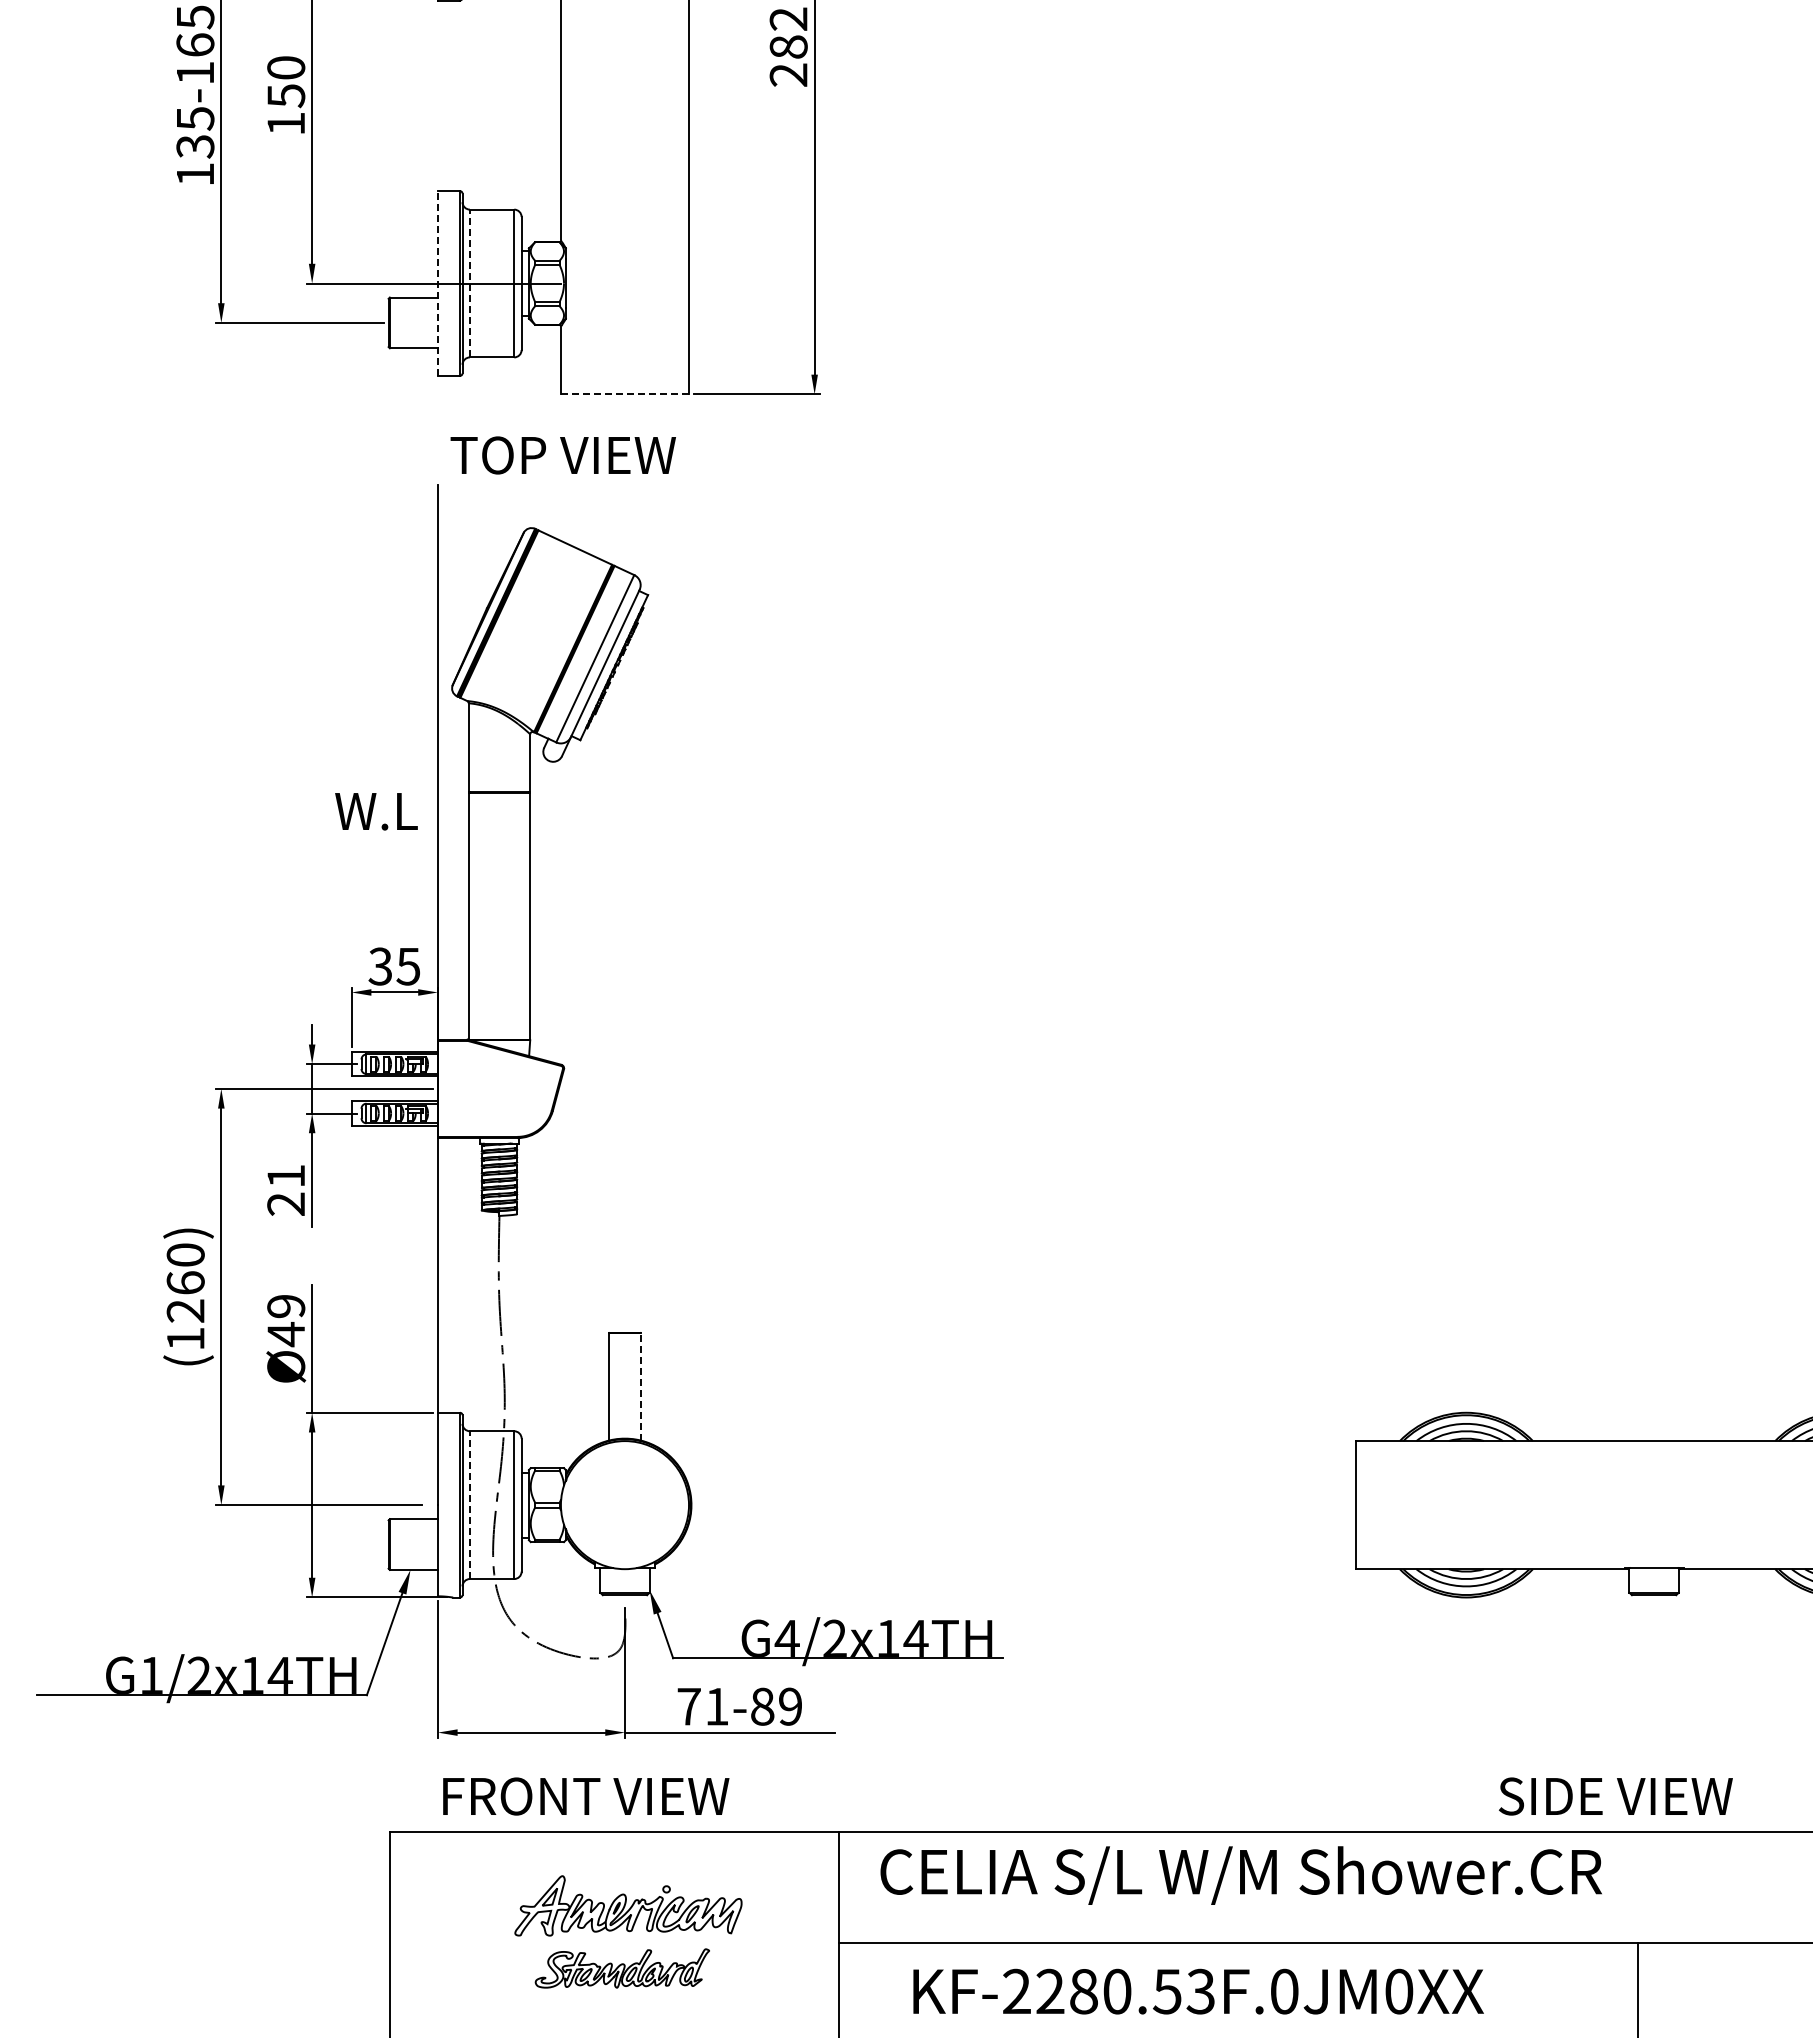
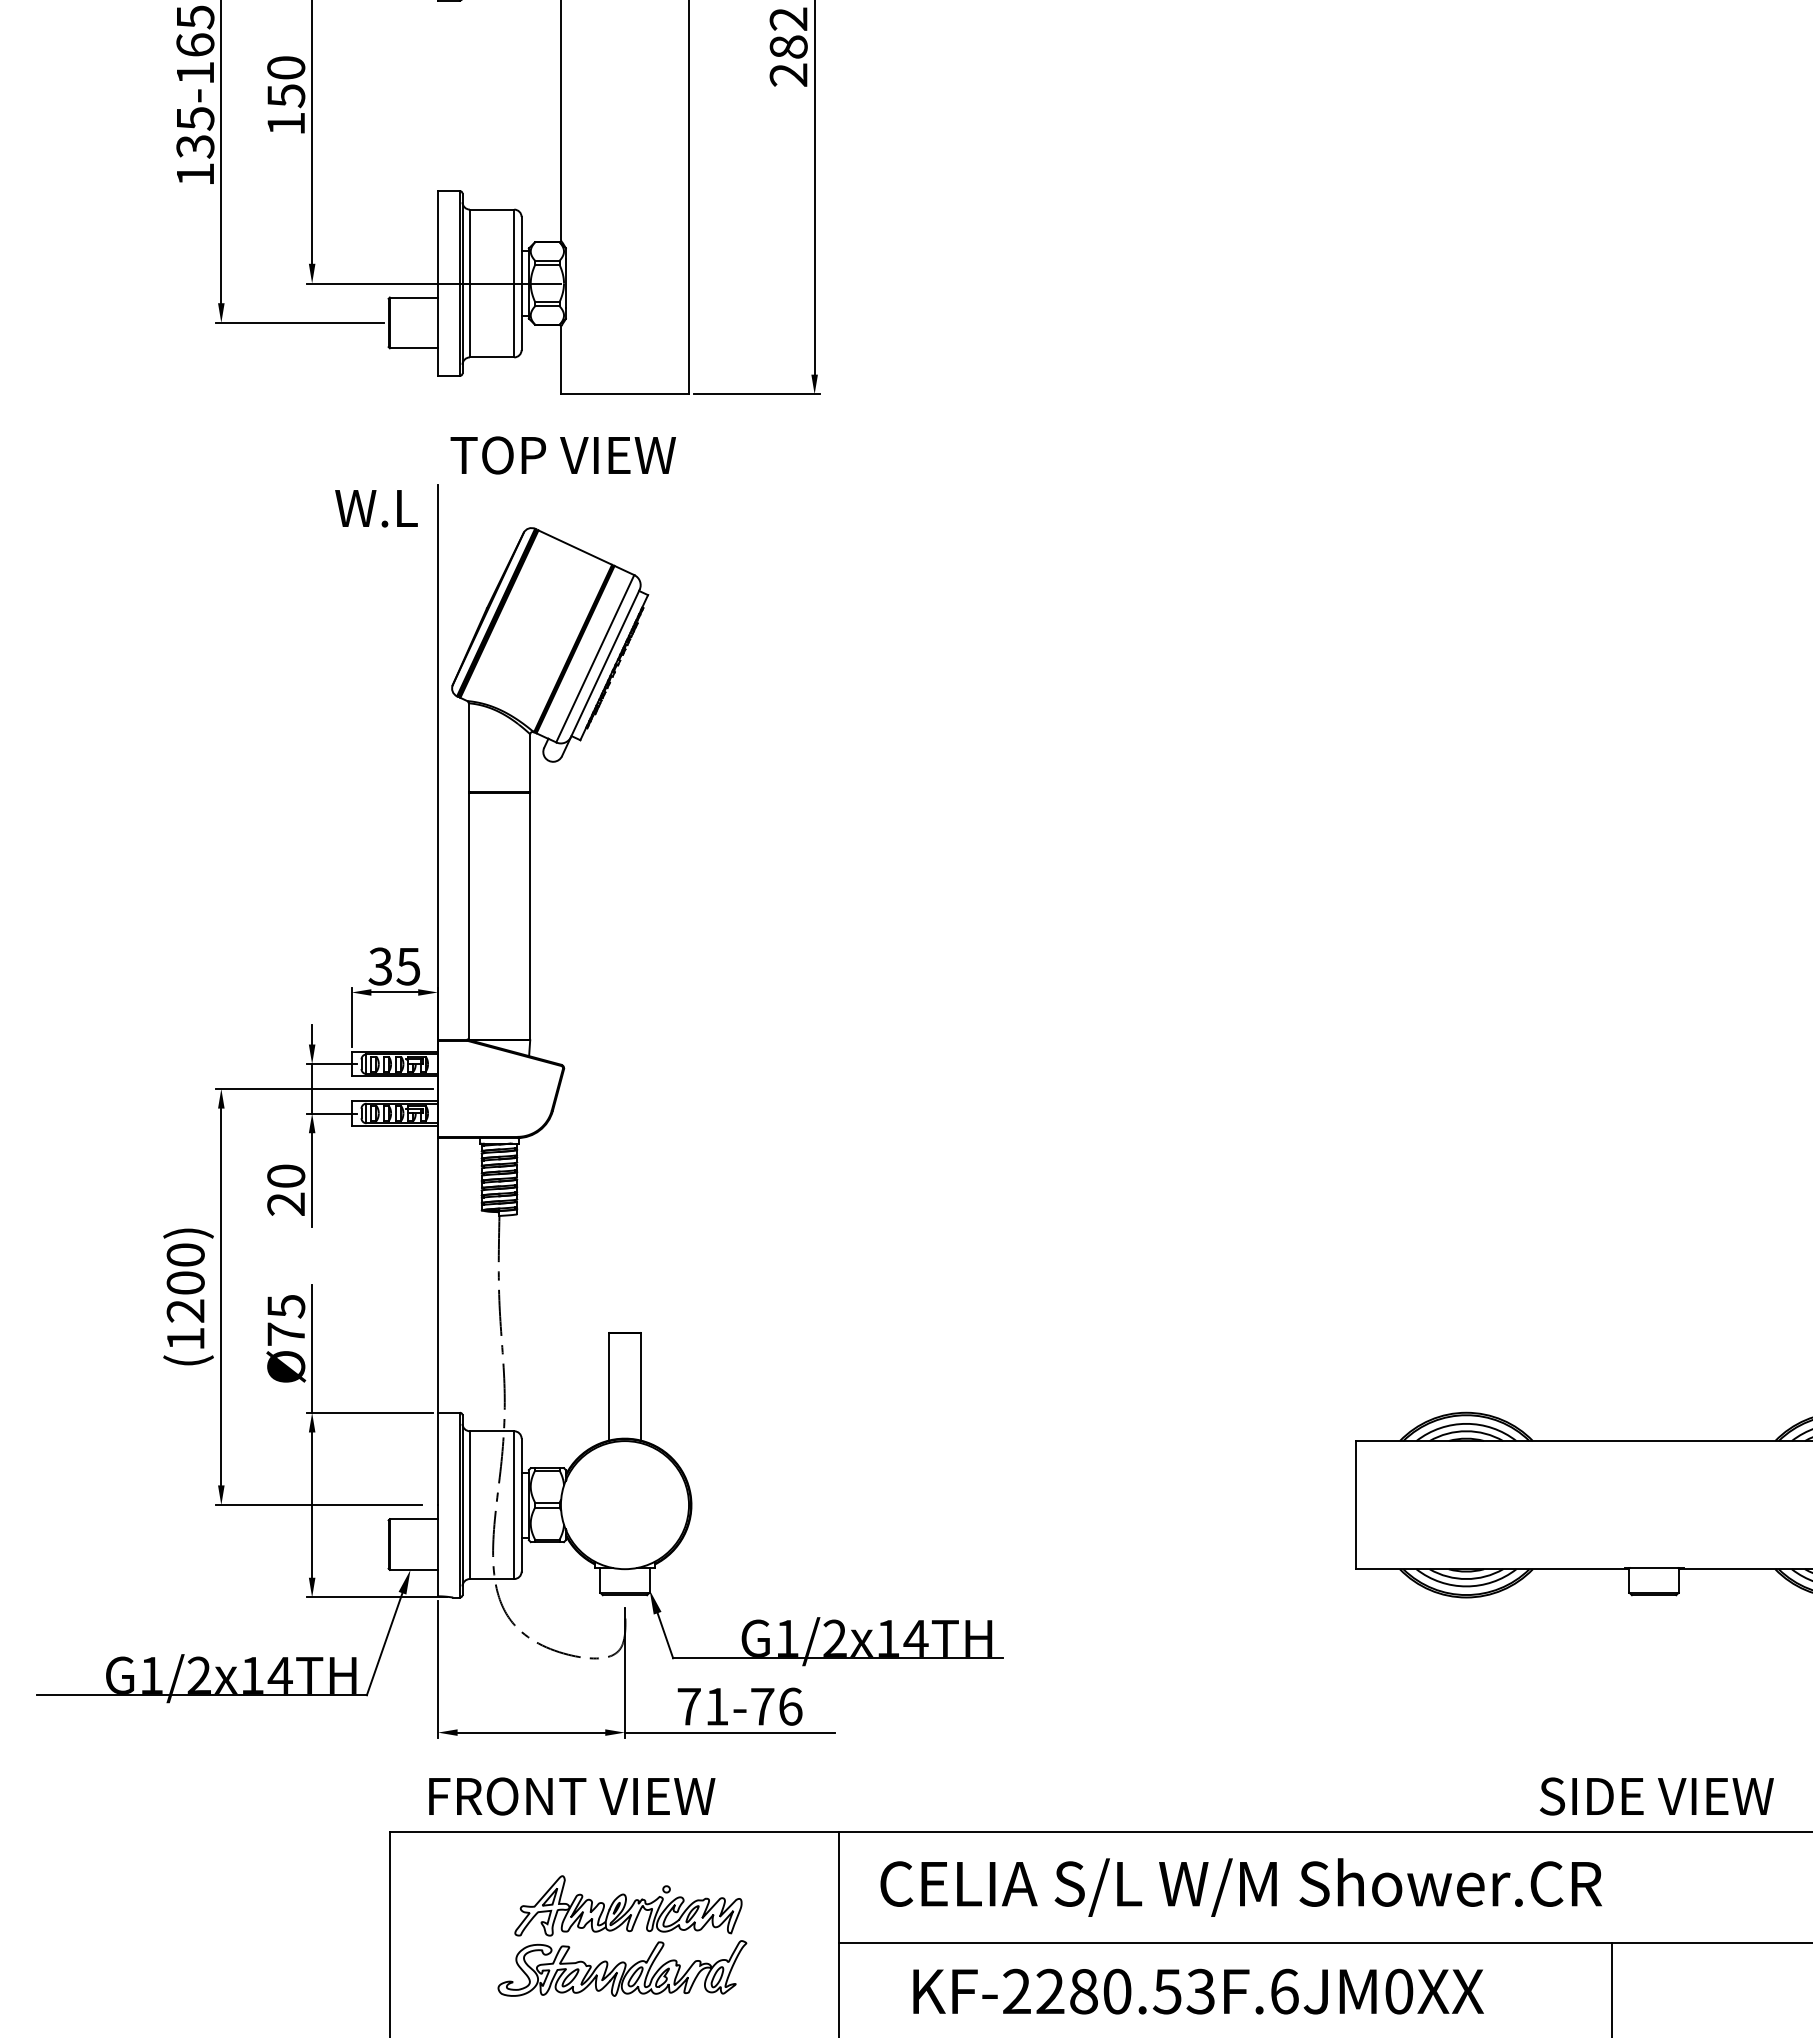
line at (437, 283): dashed -> solid
line at (469, 283): dashed -> solid
line at (624, 394): dashed -> solid
text at (376, 811) position: (376, 811) -> (376, 508)
text at (286, 1175): 21 -> 20
text at (185, 1282): (1260) -> (1200)
text at (286, 1321): Ø49 -> Ø75
line at (640, 1387): dashed -> solid
line at (469, 1505): dashed -> solid
text at (786, 1638): G4/2x14TH -> G1/2x14TH
text at (776, 1706): 71-89 -> 71-76
text at (586, 1796) position: (586, 1796) -> (572, 1796)
text at (1615, 1796) position: (1615, 1796) -> (1656, 1796)
text at (1240, 1875) position: (1240, 1875) -> (1240, 1887)
part at (621, 1968) size: 176x41 px -> 251x57 px
line at (1638, 1988) position: (1638, 1988) -> (1612, 1988)
text at (1284, 1991): KF-2280.53F.0JM0XX -> KF-2280.53F.6JM0XX
